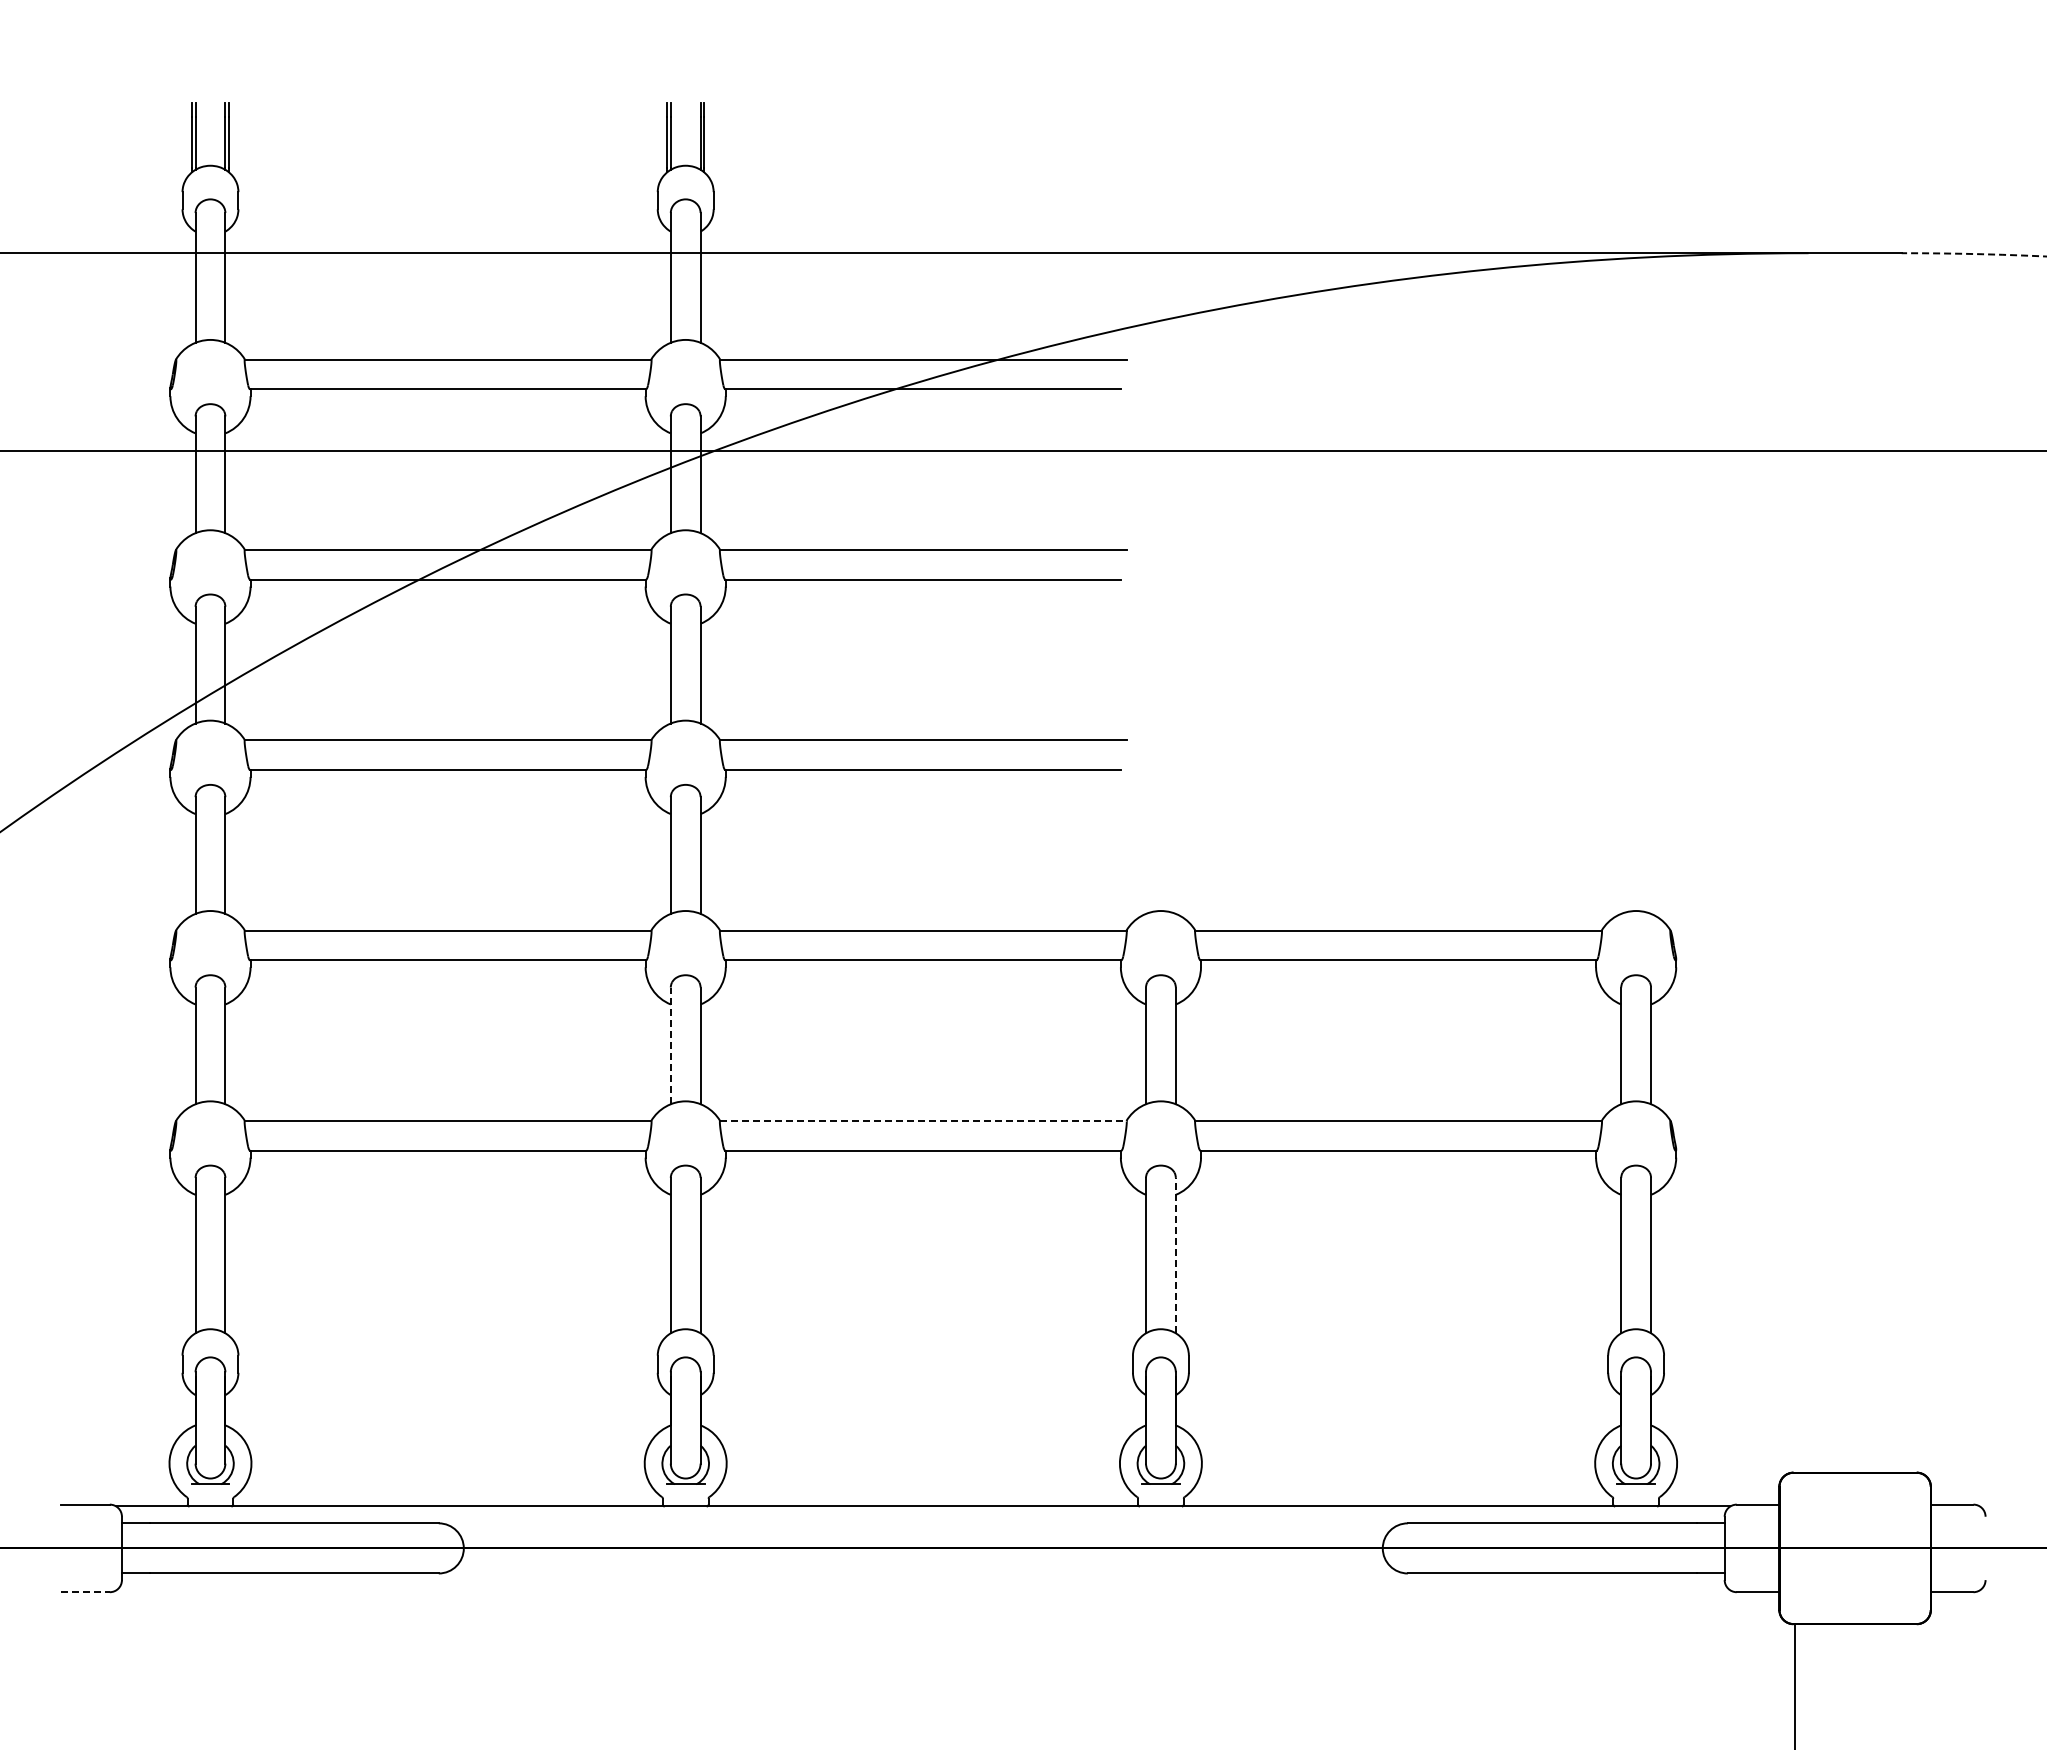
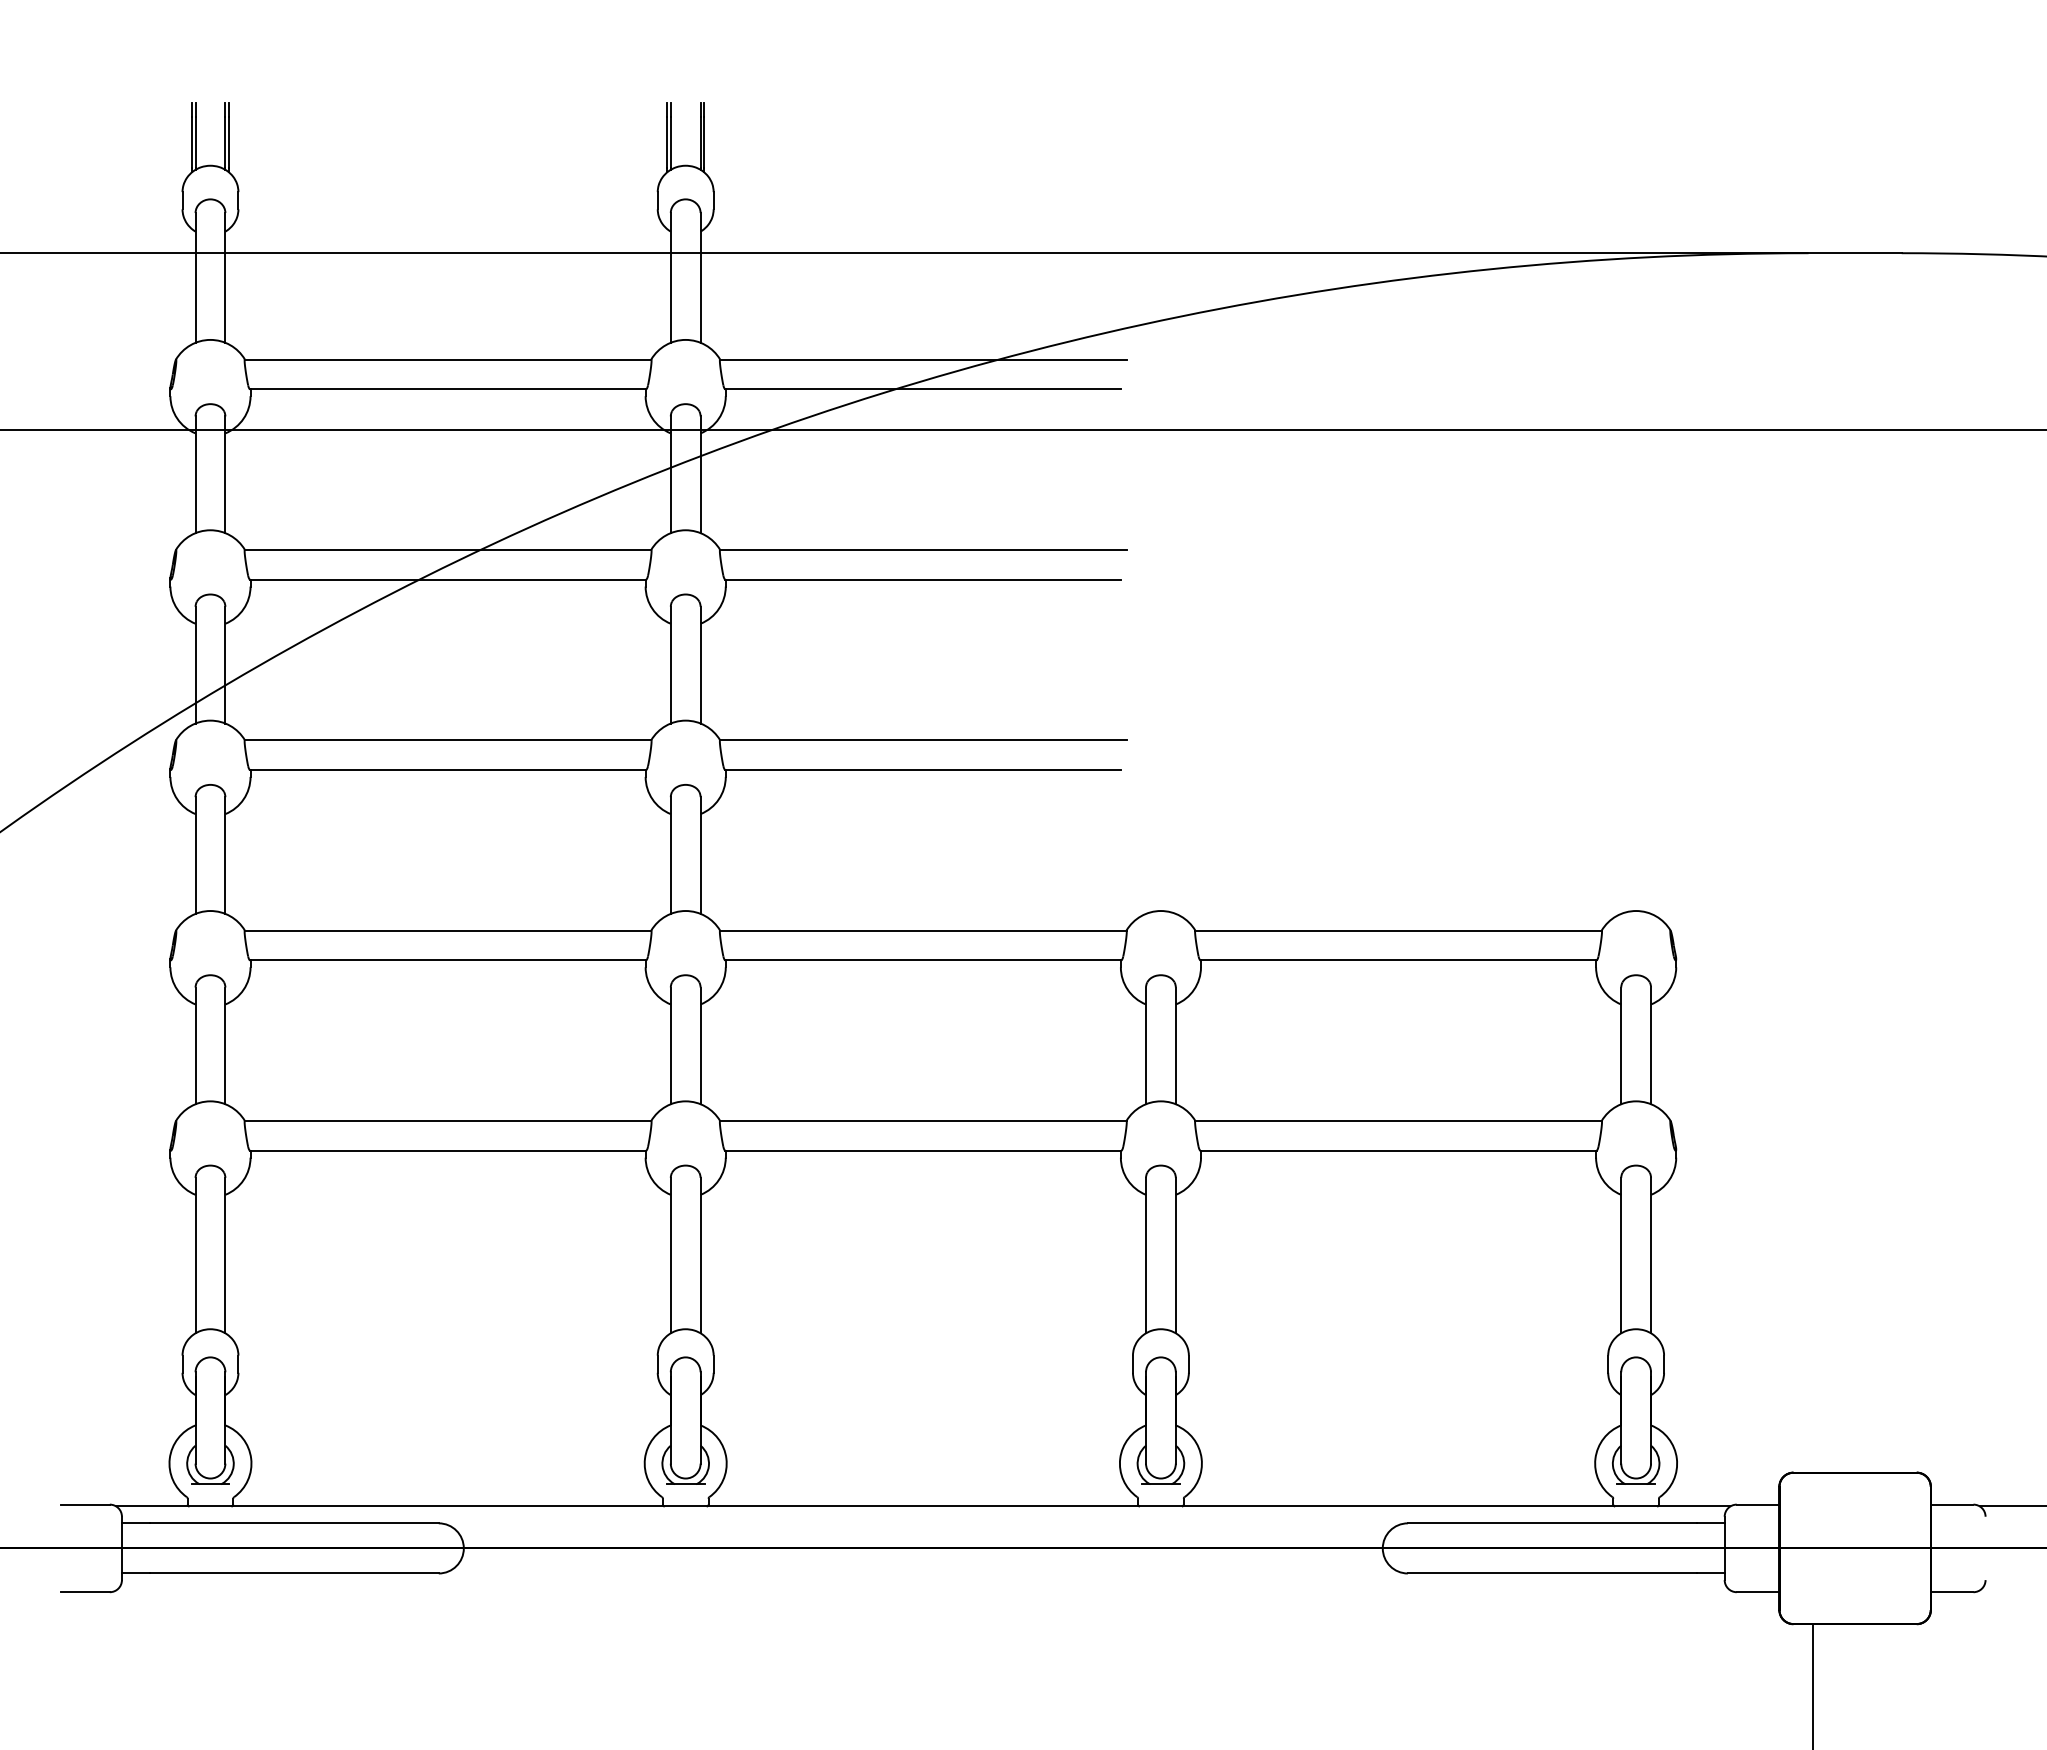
arc at (1974, 254): dashed -> solid
line at (1022, 451) position: (1022, 451) -> (1022, 430)
line at (670, 1045): dashed -> solid
line at (923, 1120): dashed -> solid
line at (1175, 1255): dashed -> solid
line at (2011, 1506): none -> present
line at (86, 1592): dashed -> solid
line at (1795, 1685) position: (1795, 1685) -> (1813, 1685)
